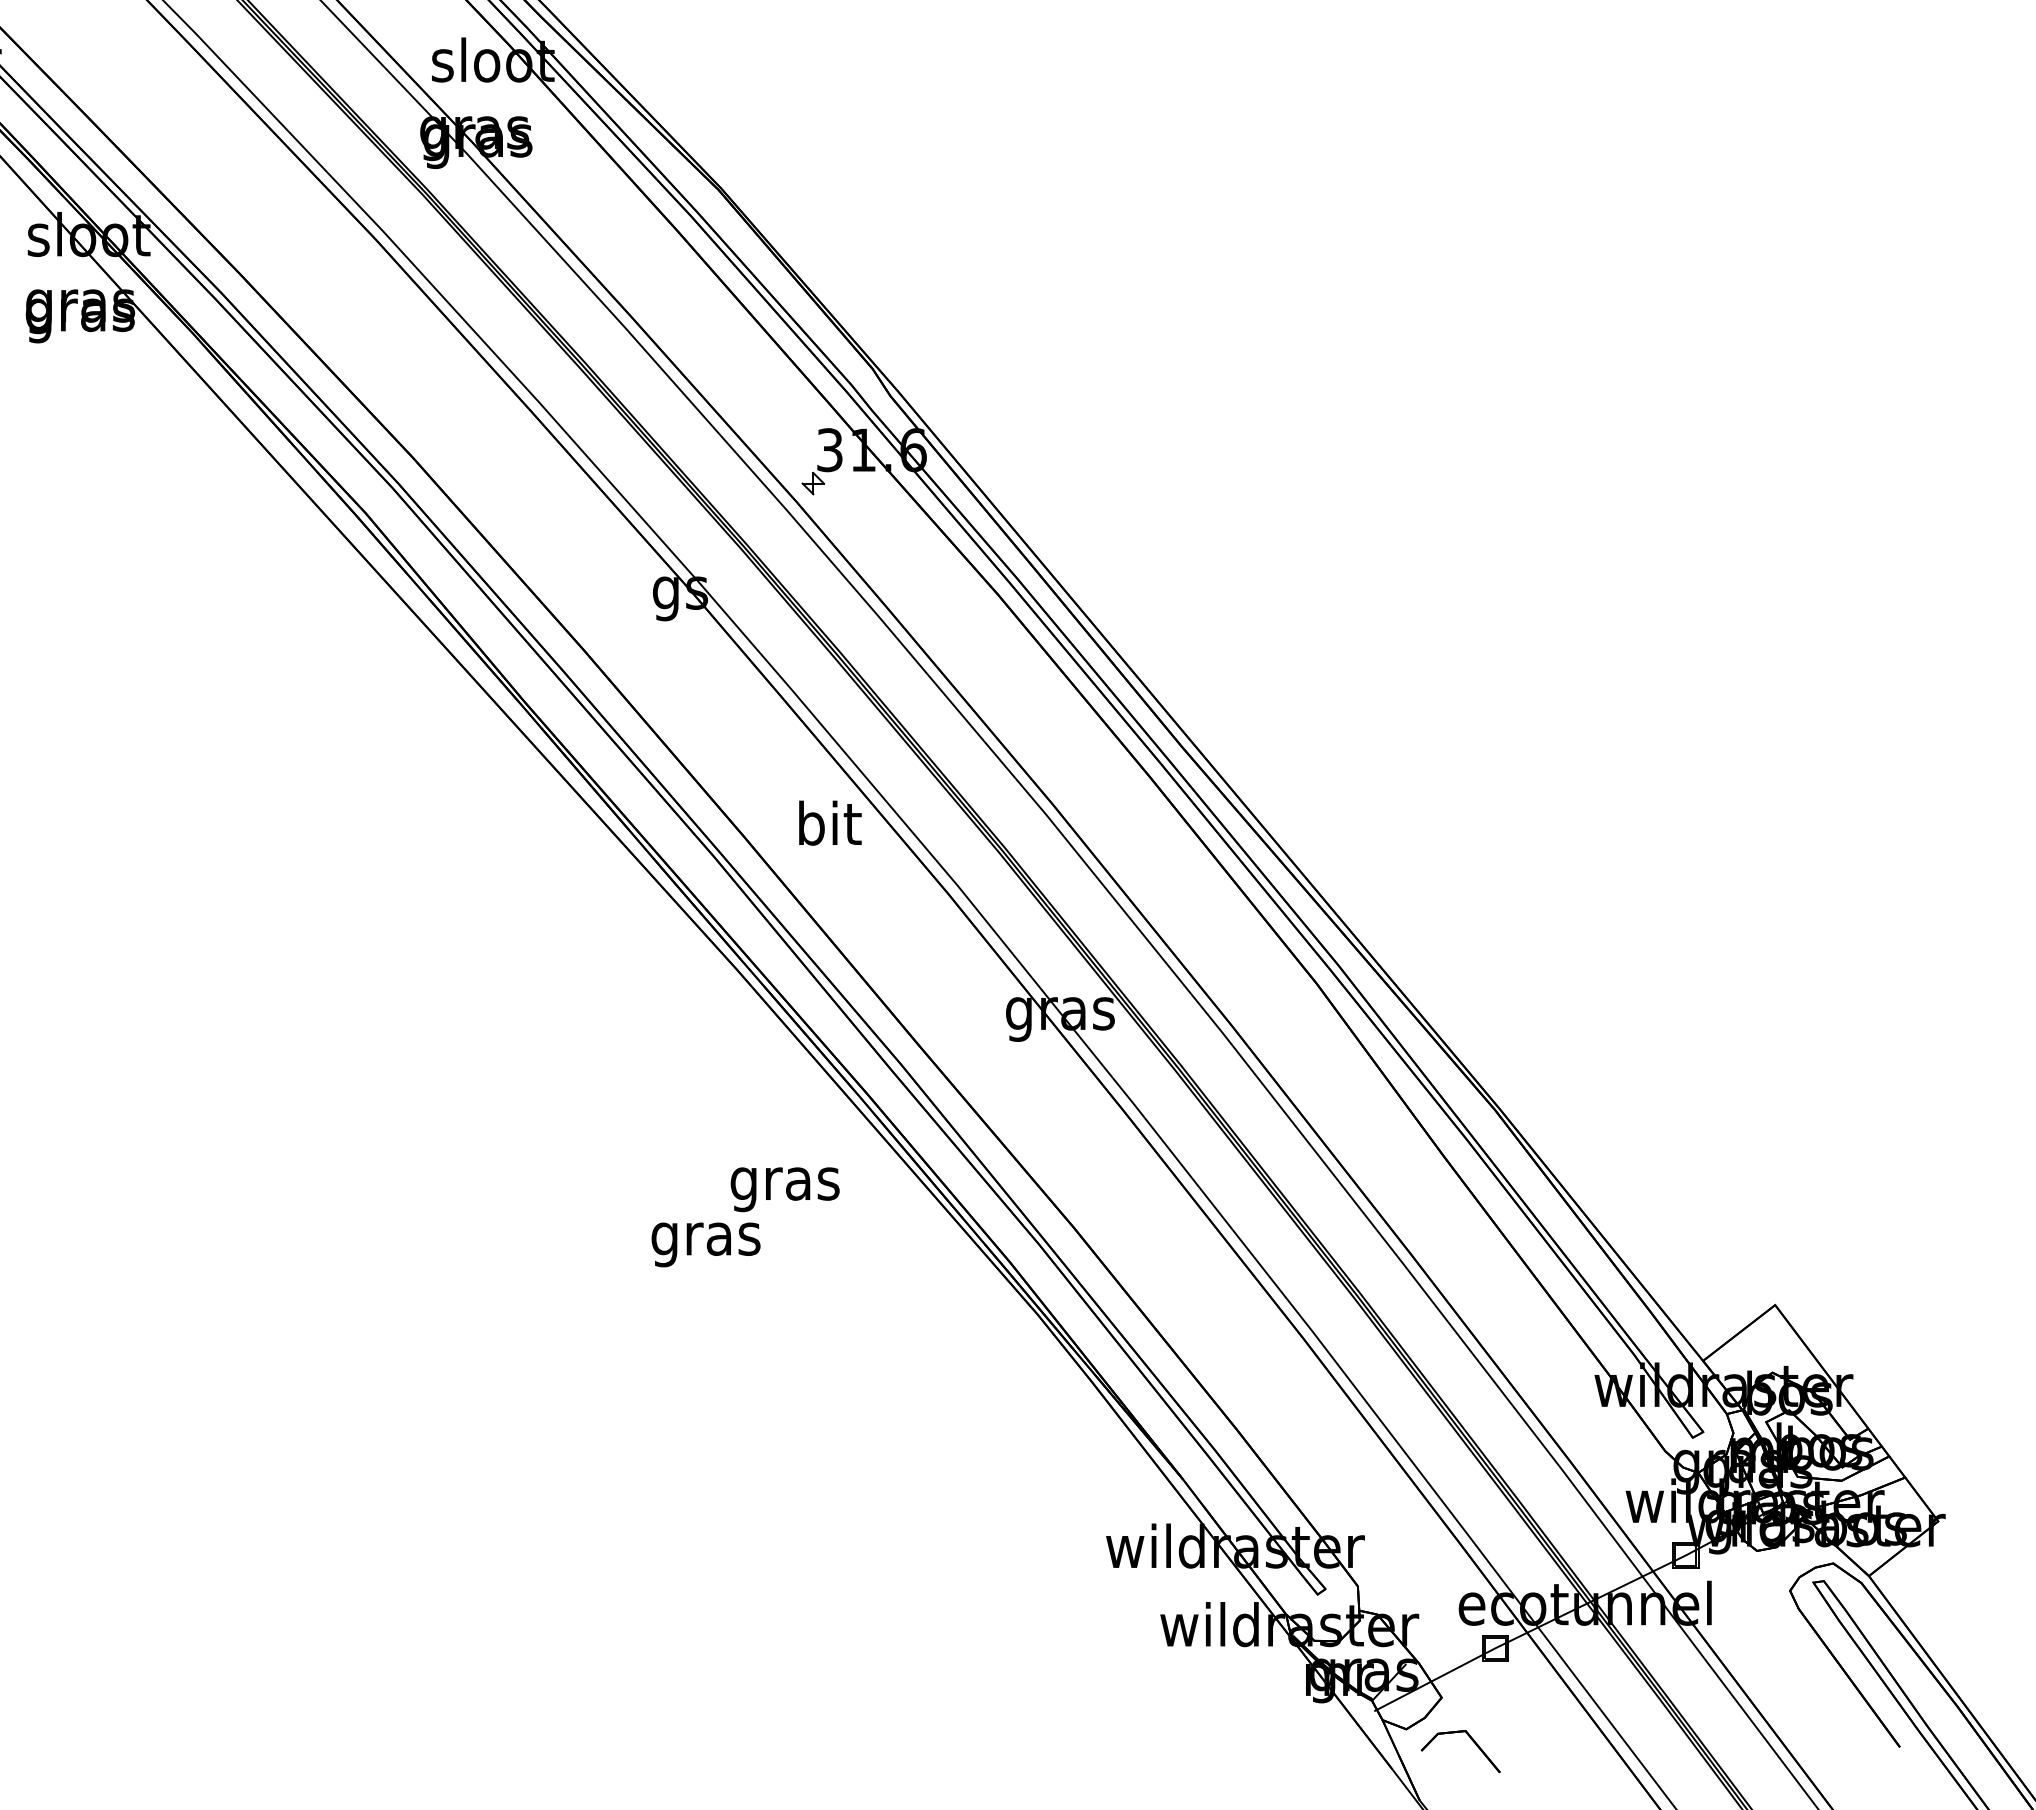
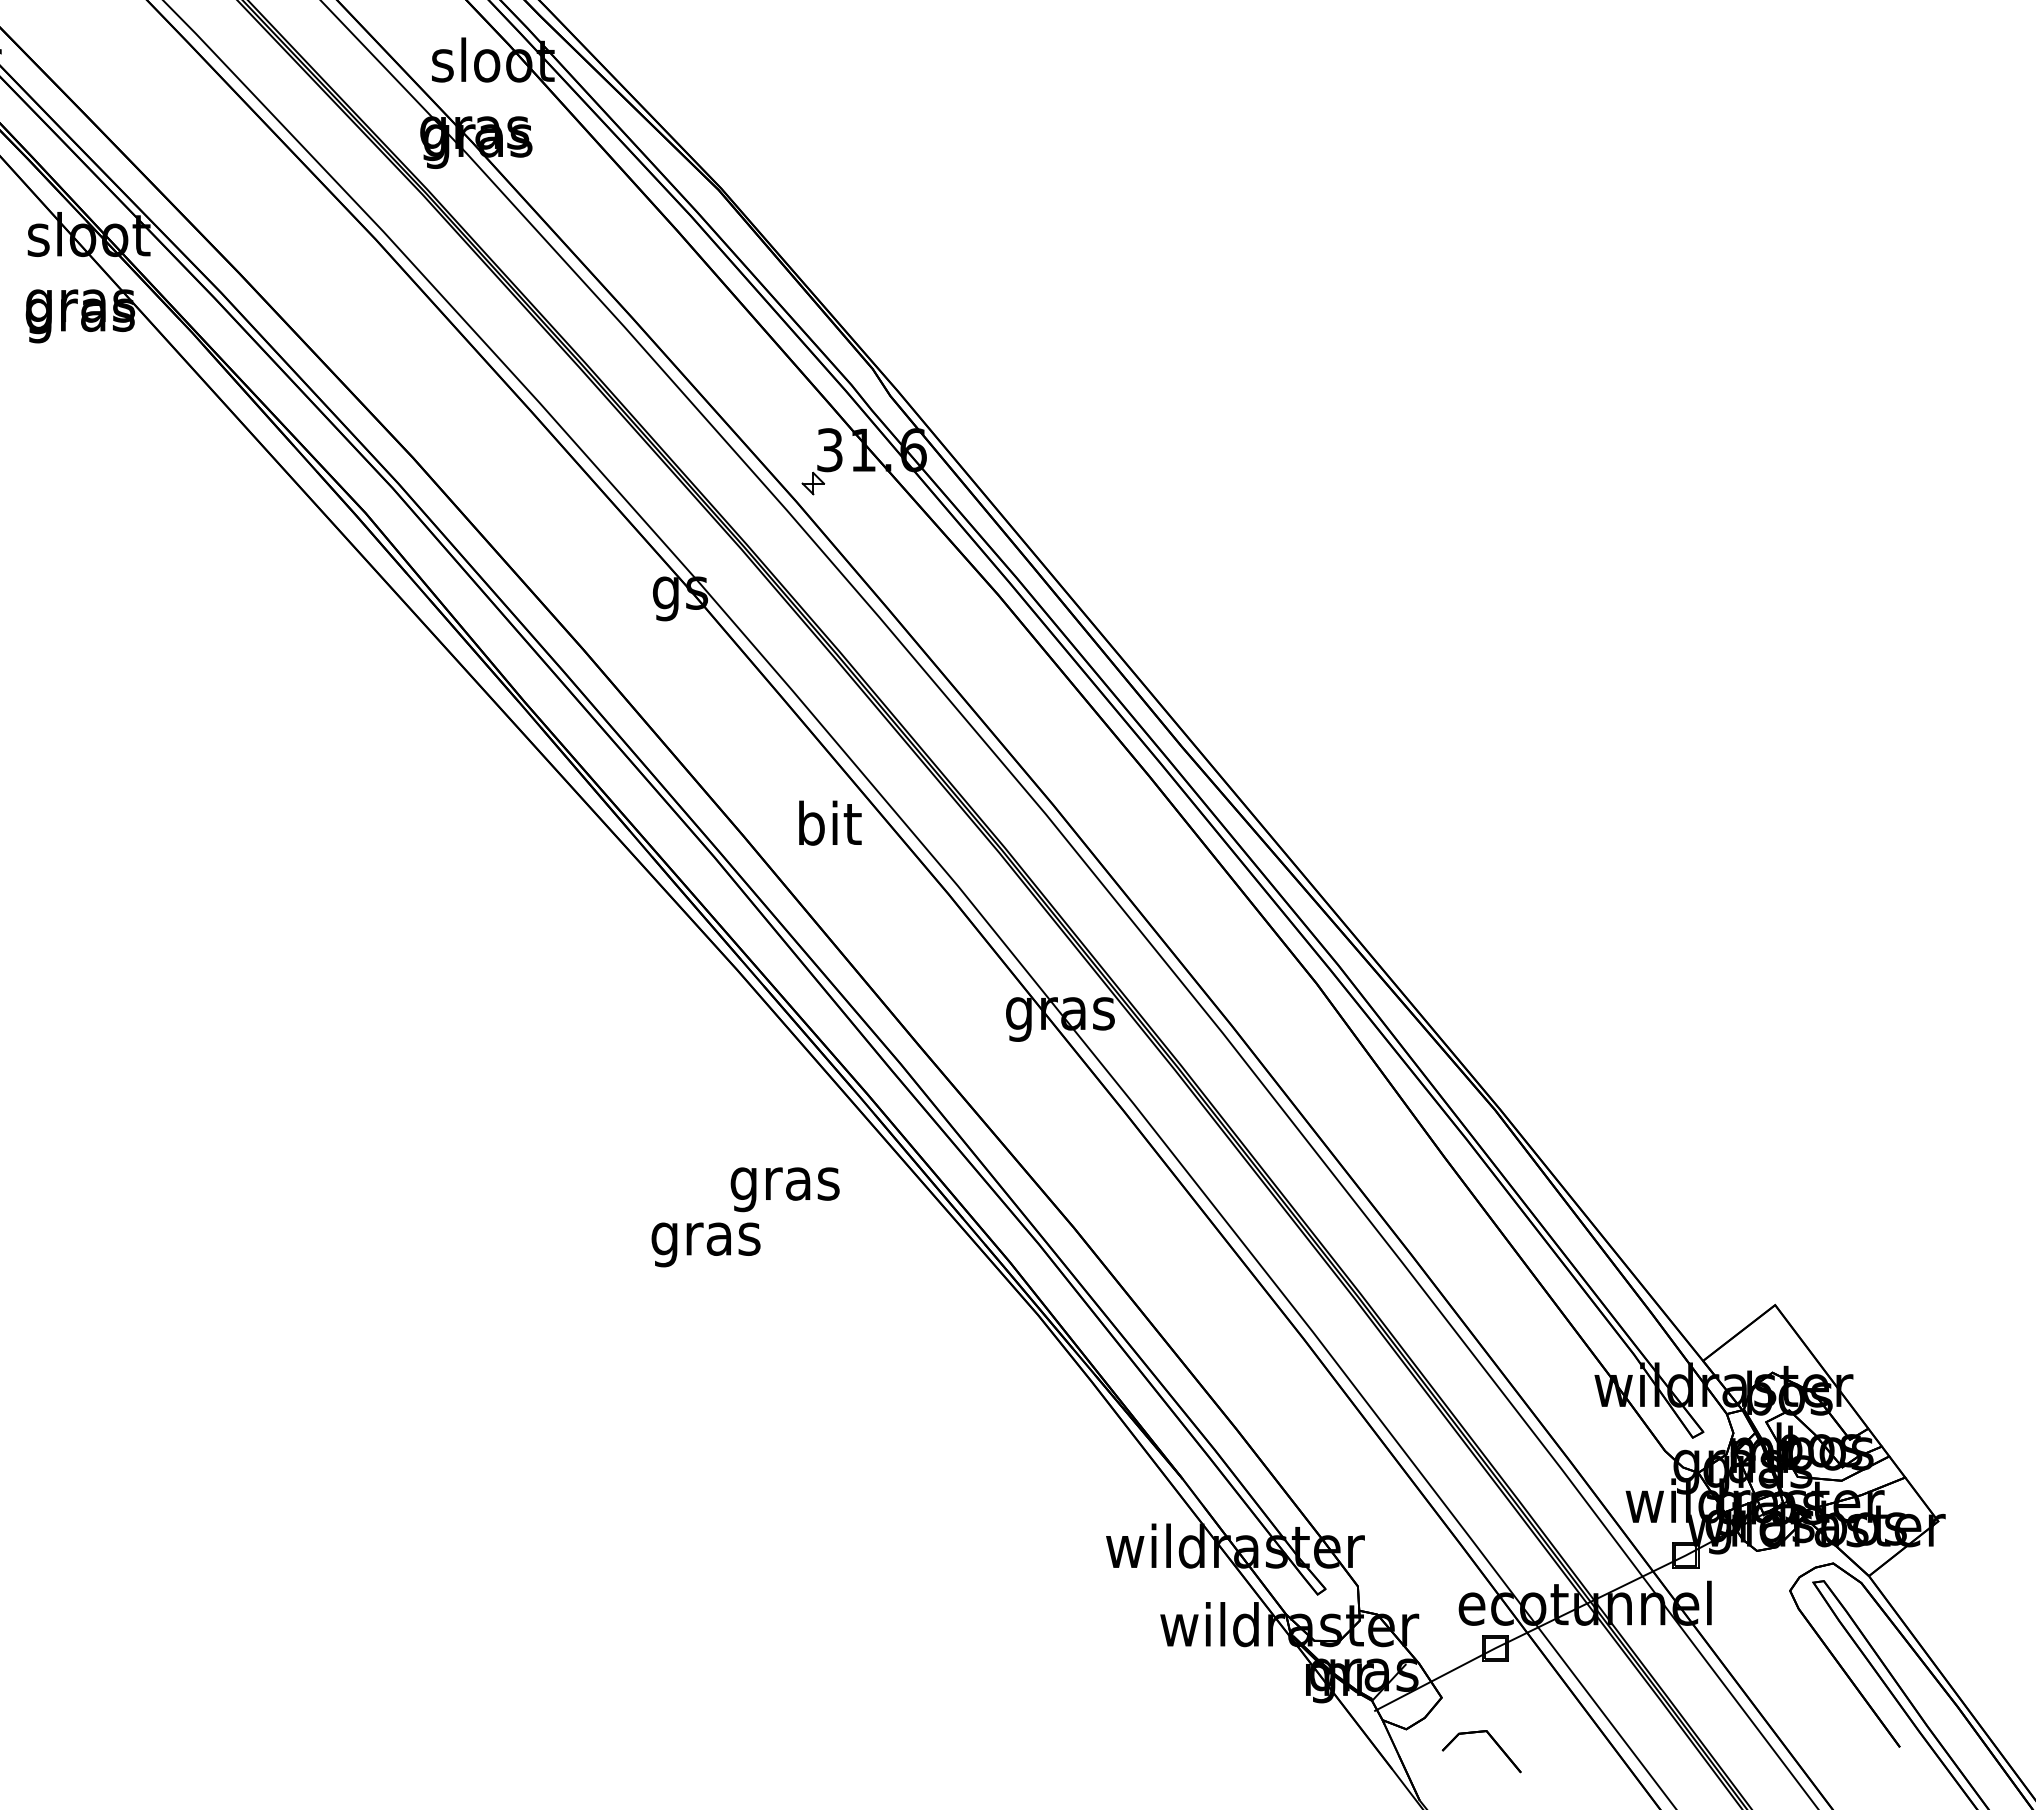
part at (1472, 1741) position: (1472, 1741) -> (1493, 1741)
